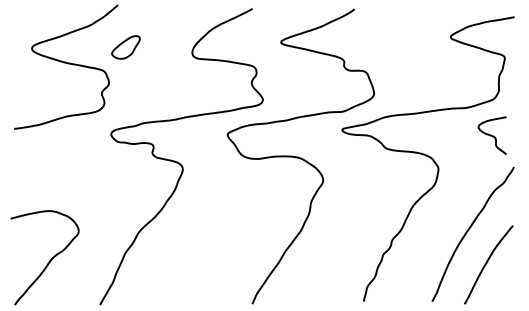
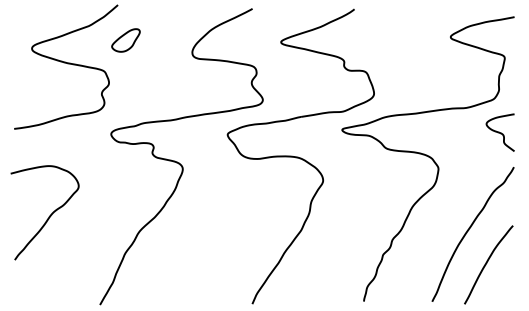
part at (125, 47) position: (125, 47) -> (125, 40)
curve at (491, 135) position: (491, 135) -> (499, 132)
curve at (48, 261) position: (48, 261) -> (48, 216)
